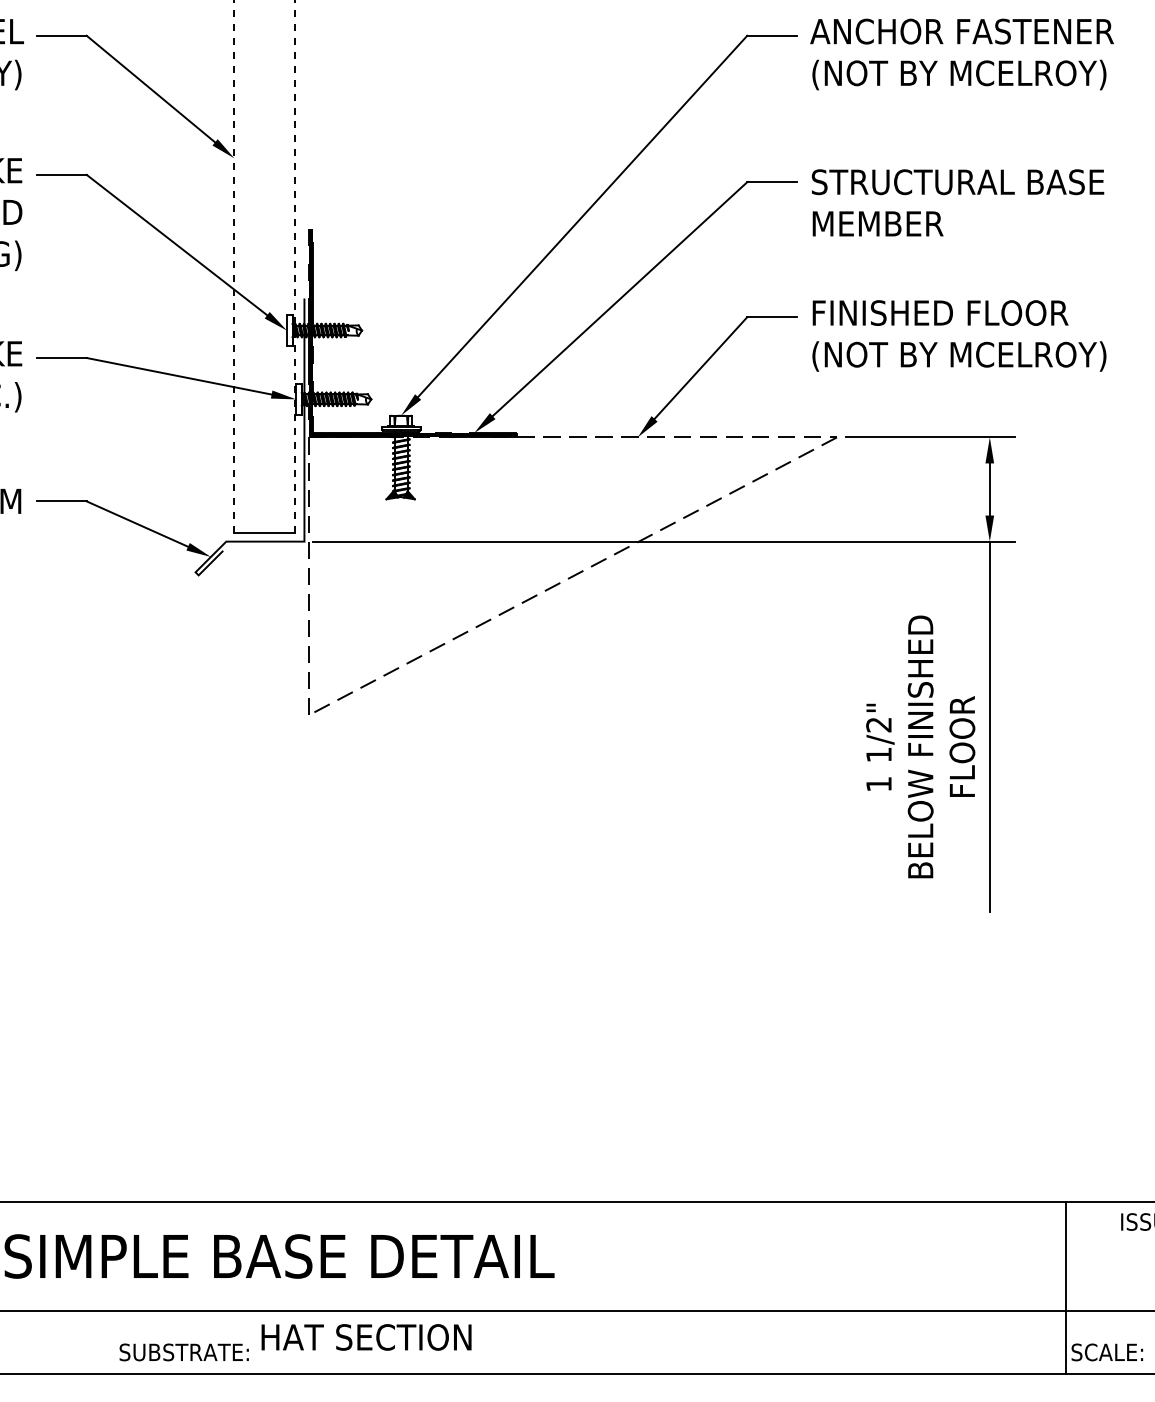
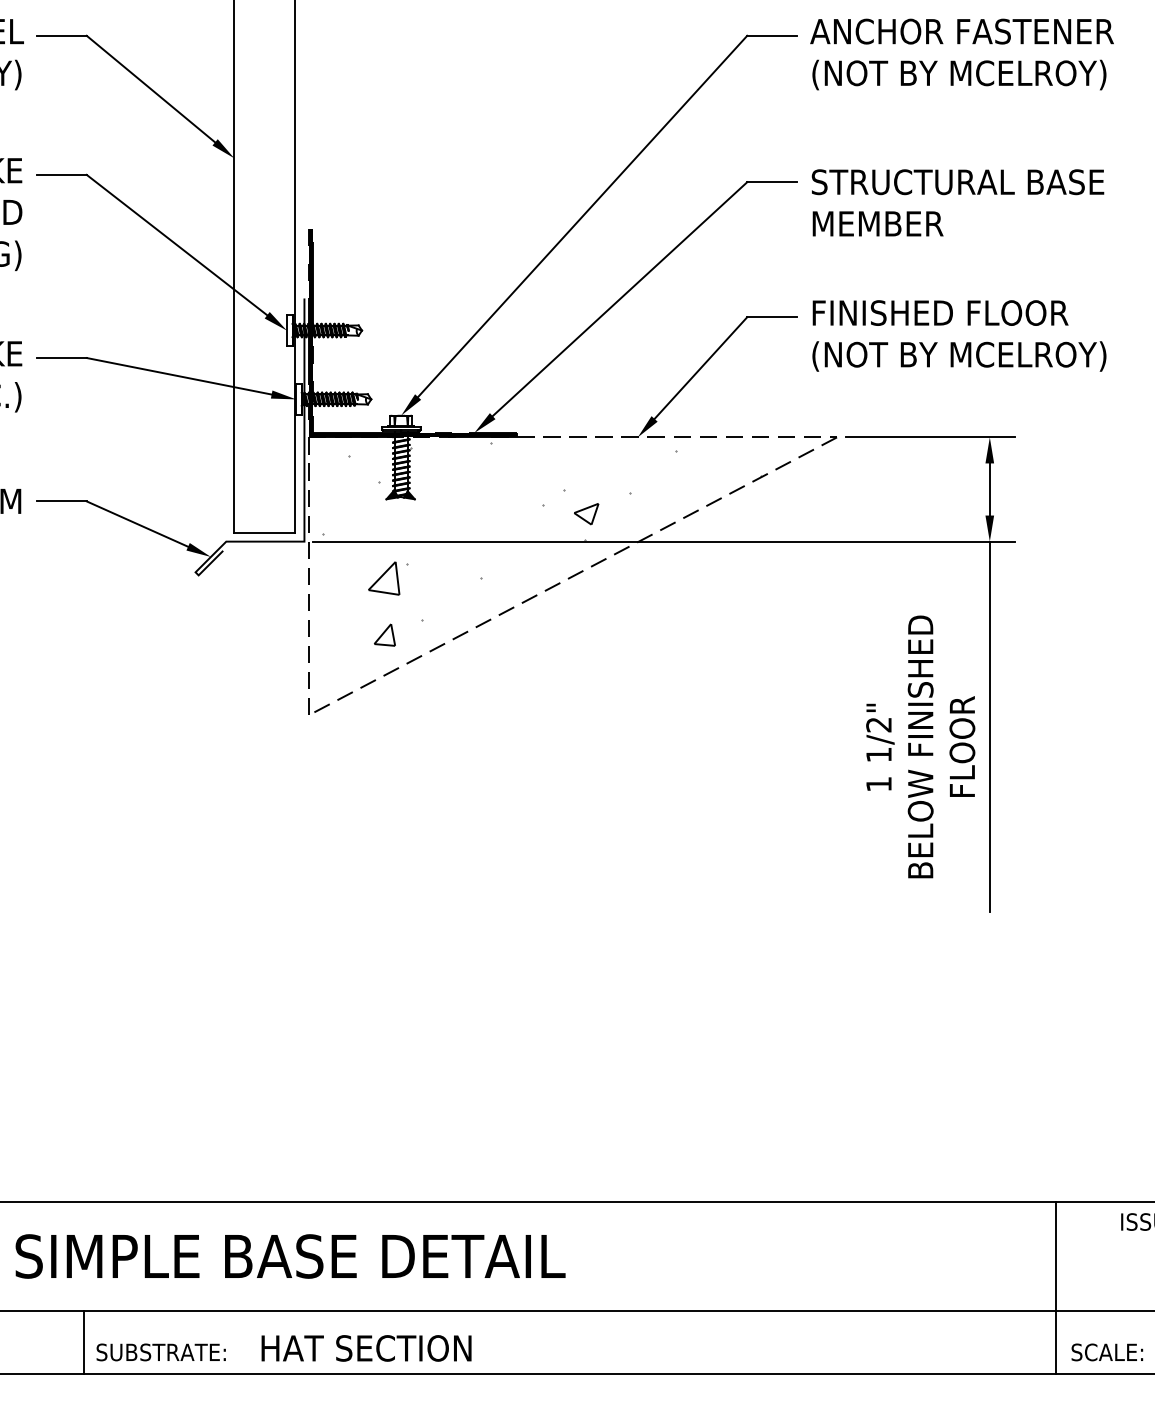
line at (234, 266): dashed -> solid
line at (295, 266): dashed -> solid
hatch at (542, 544): none -> present
text at (279, 1256) position: (279, 1256) -> (290, 1256)
line at (1066, 1288) position: (1066, 1288) -> (1056, 1288)
text at (366, 1337) position: (366, 1337) -> (366, 1348)
line at (84, 1342): none -> present
text at (183, 1352) position: (183, 1352) -> (160, 1352)
